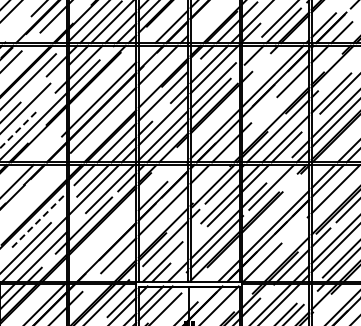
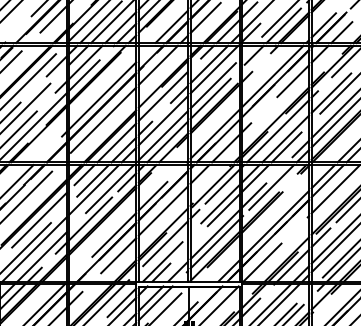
line at (205, 17): none -> present
line at (344, 64): none -> present
line at (18, 129): dashed -> solid
line at (27, 196): none -> present
line at (39, 220): dashed -> solid
line at (114, 234): none -> present
